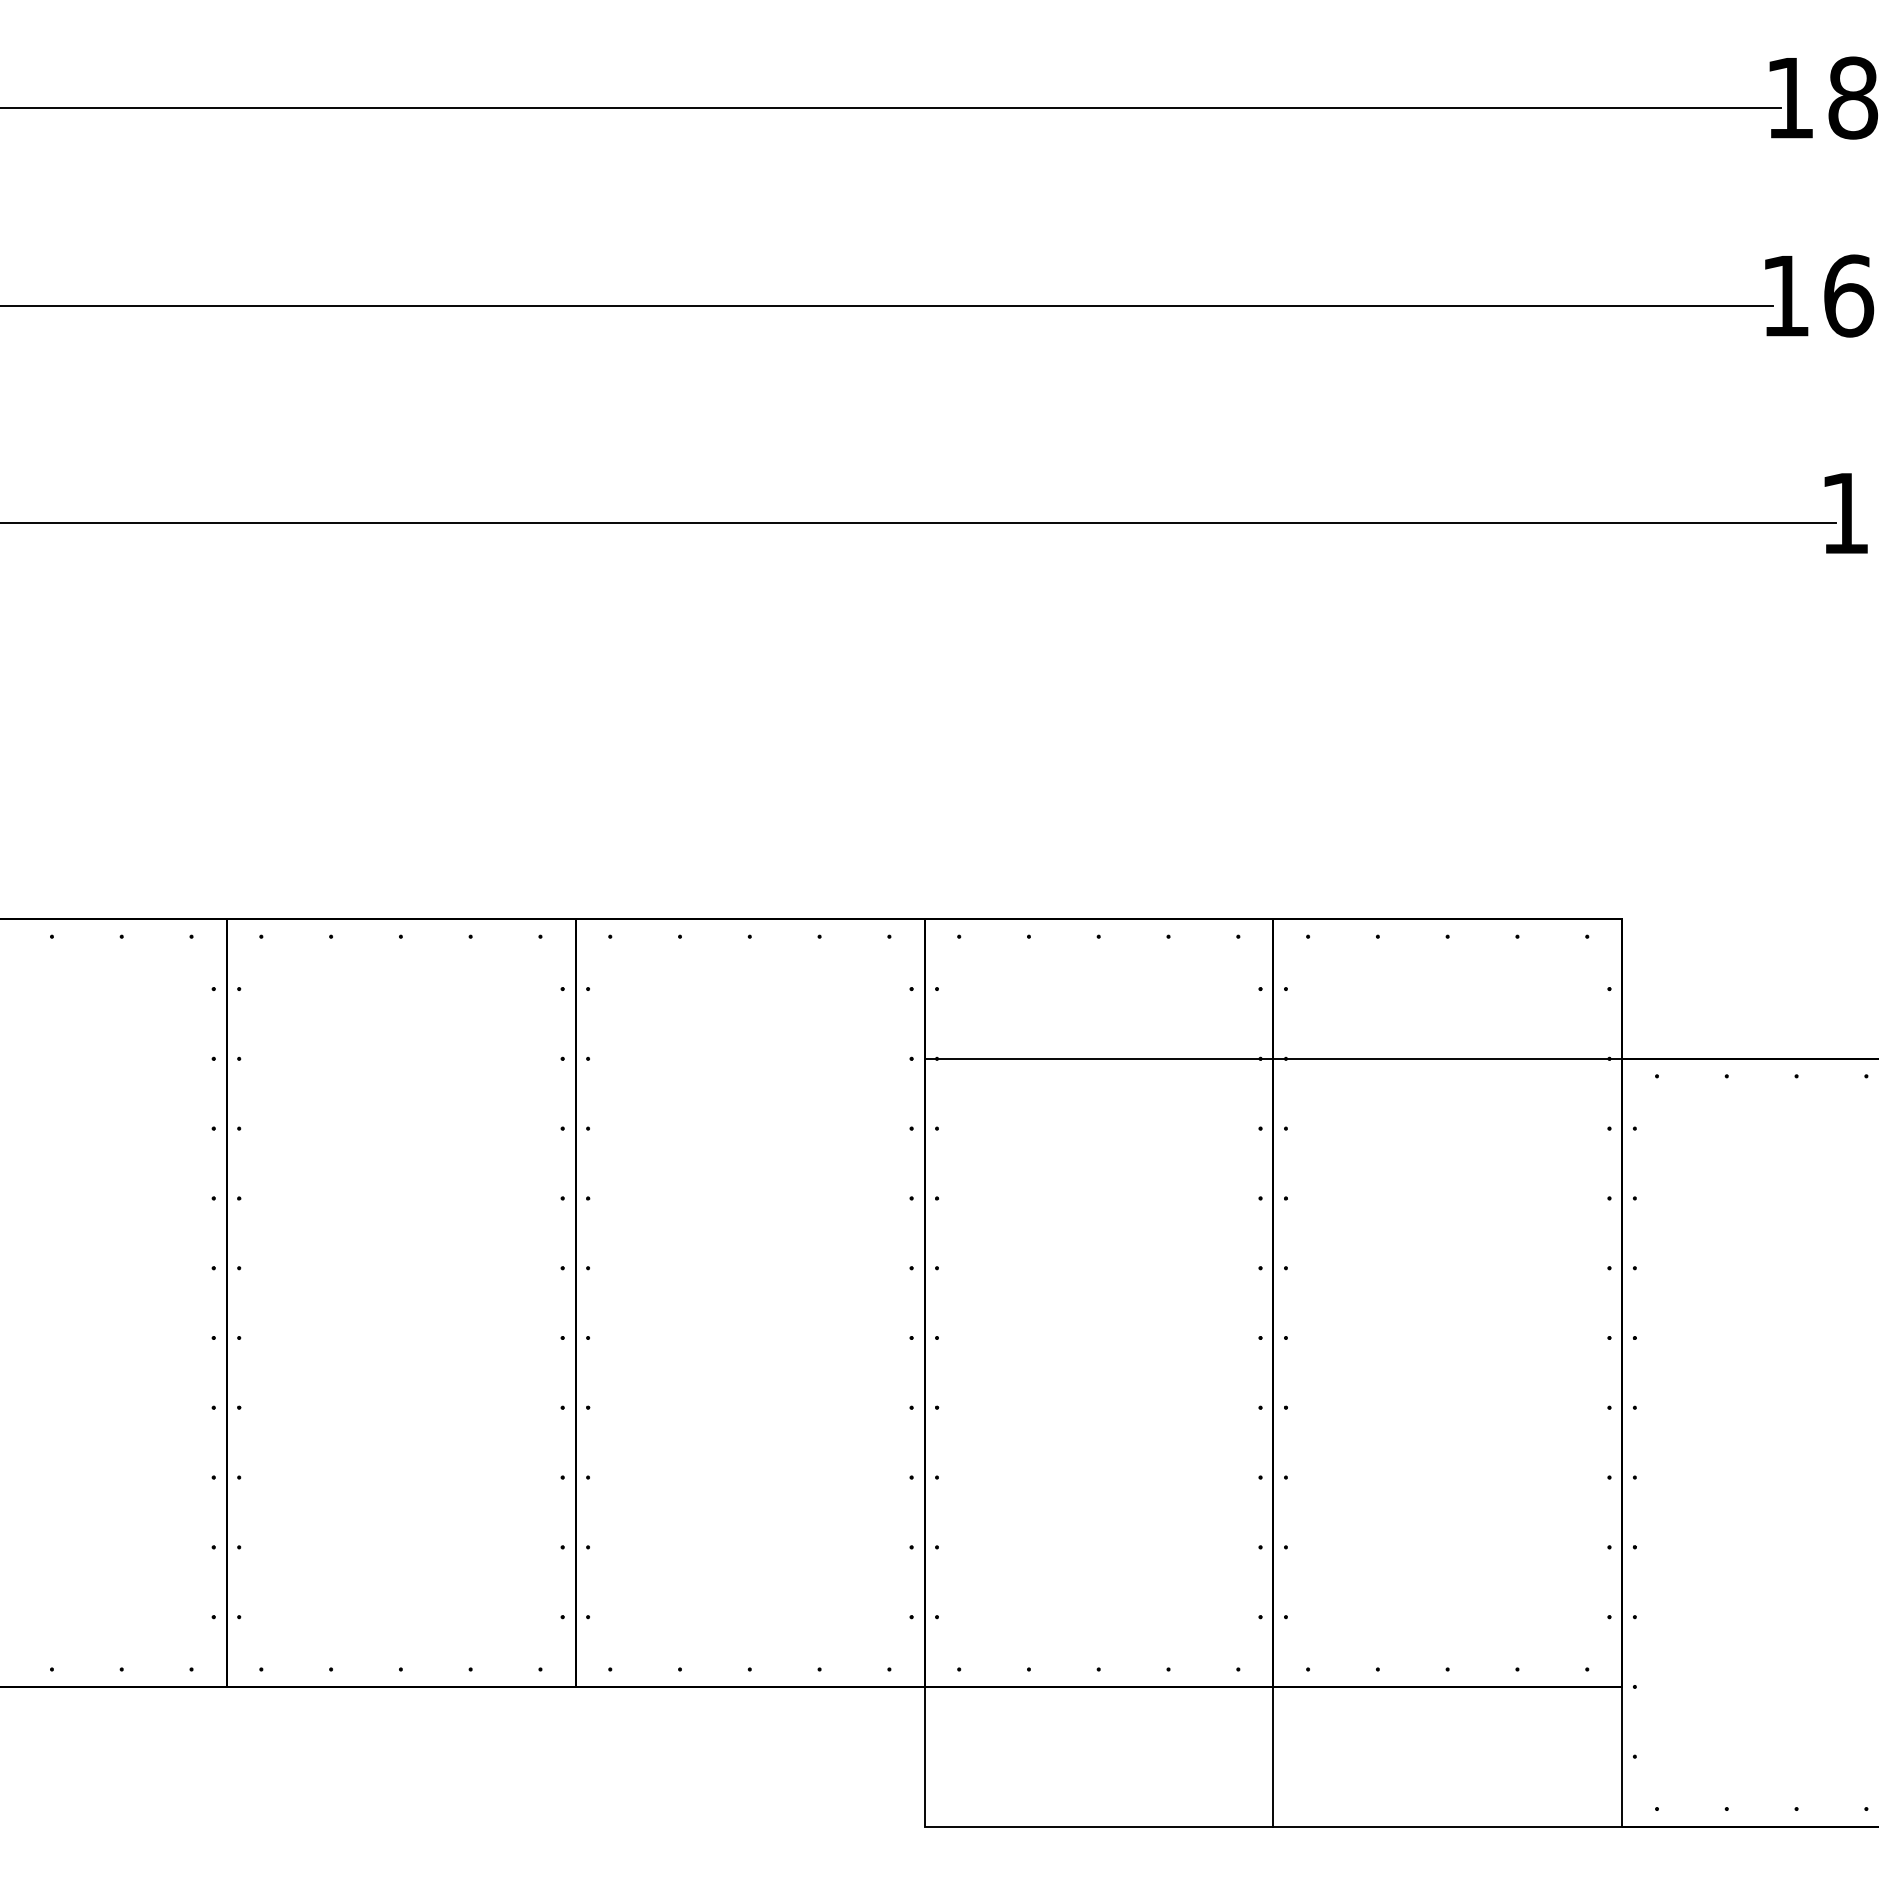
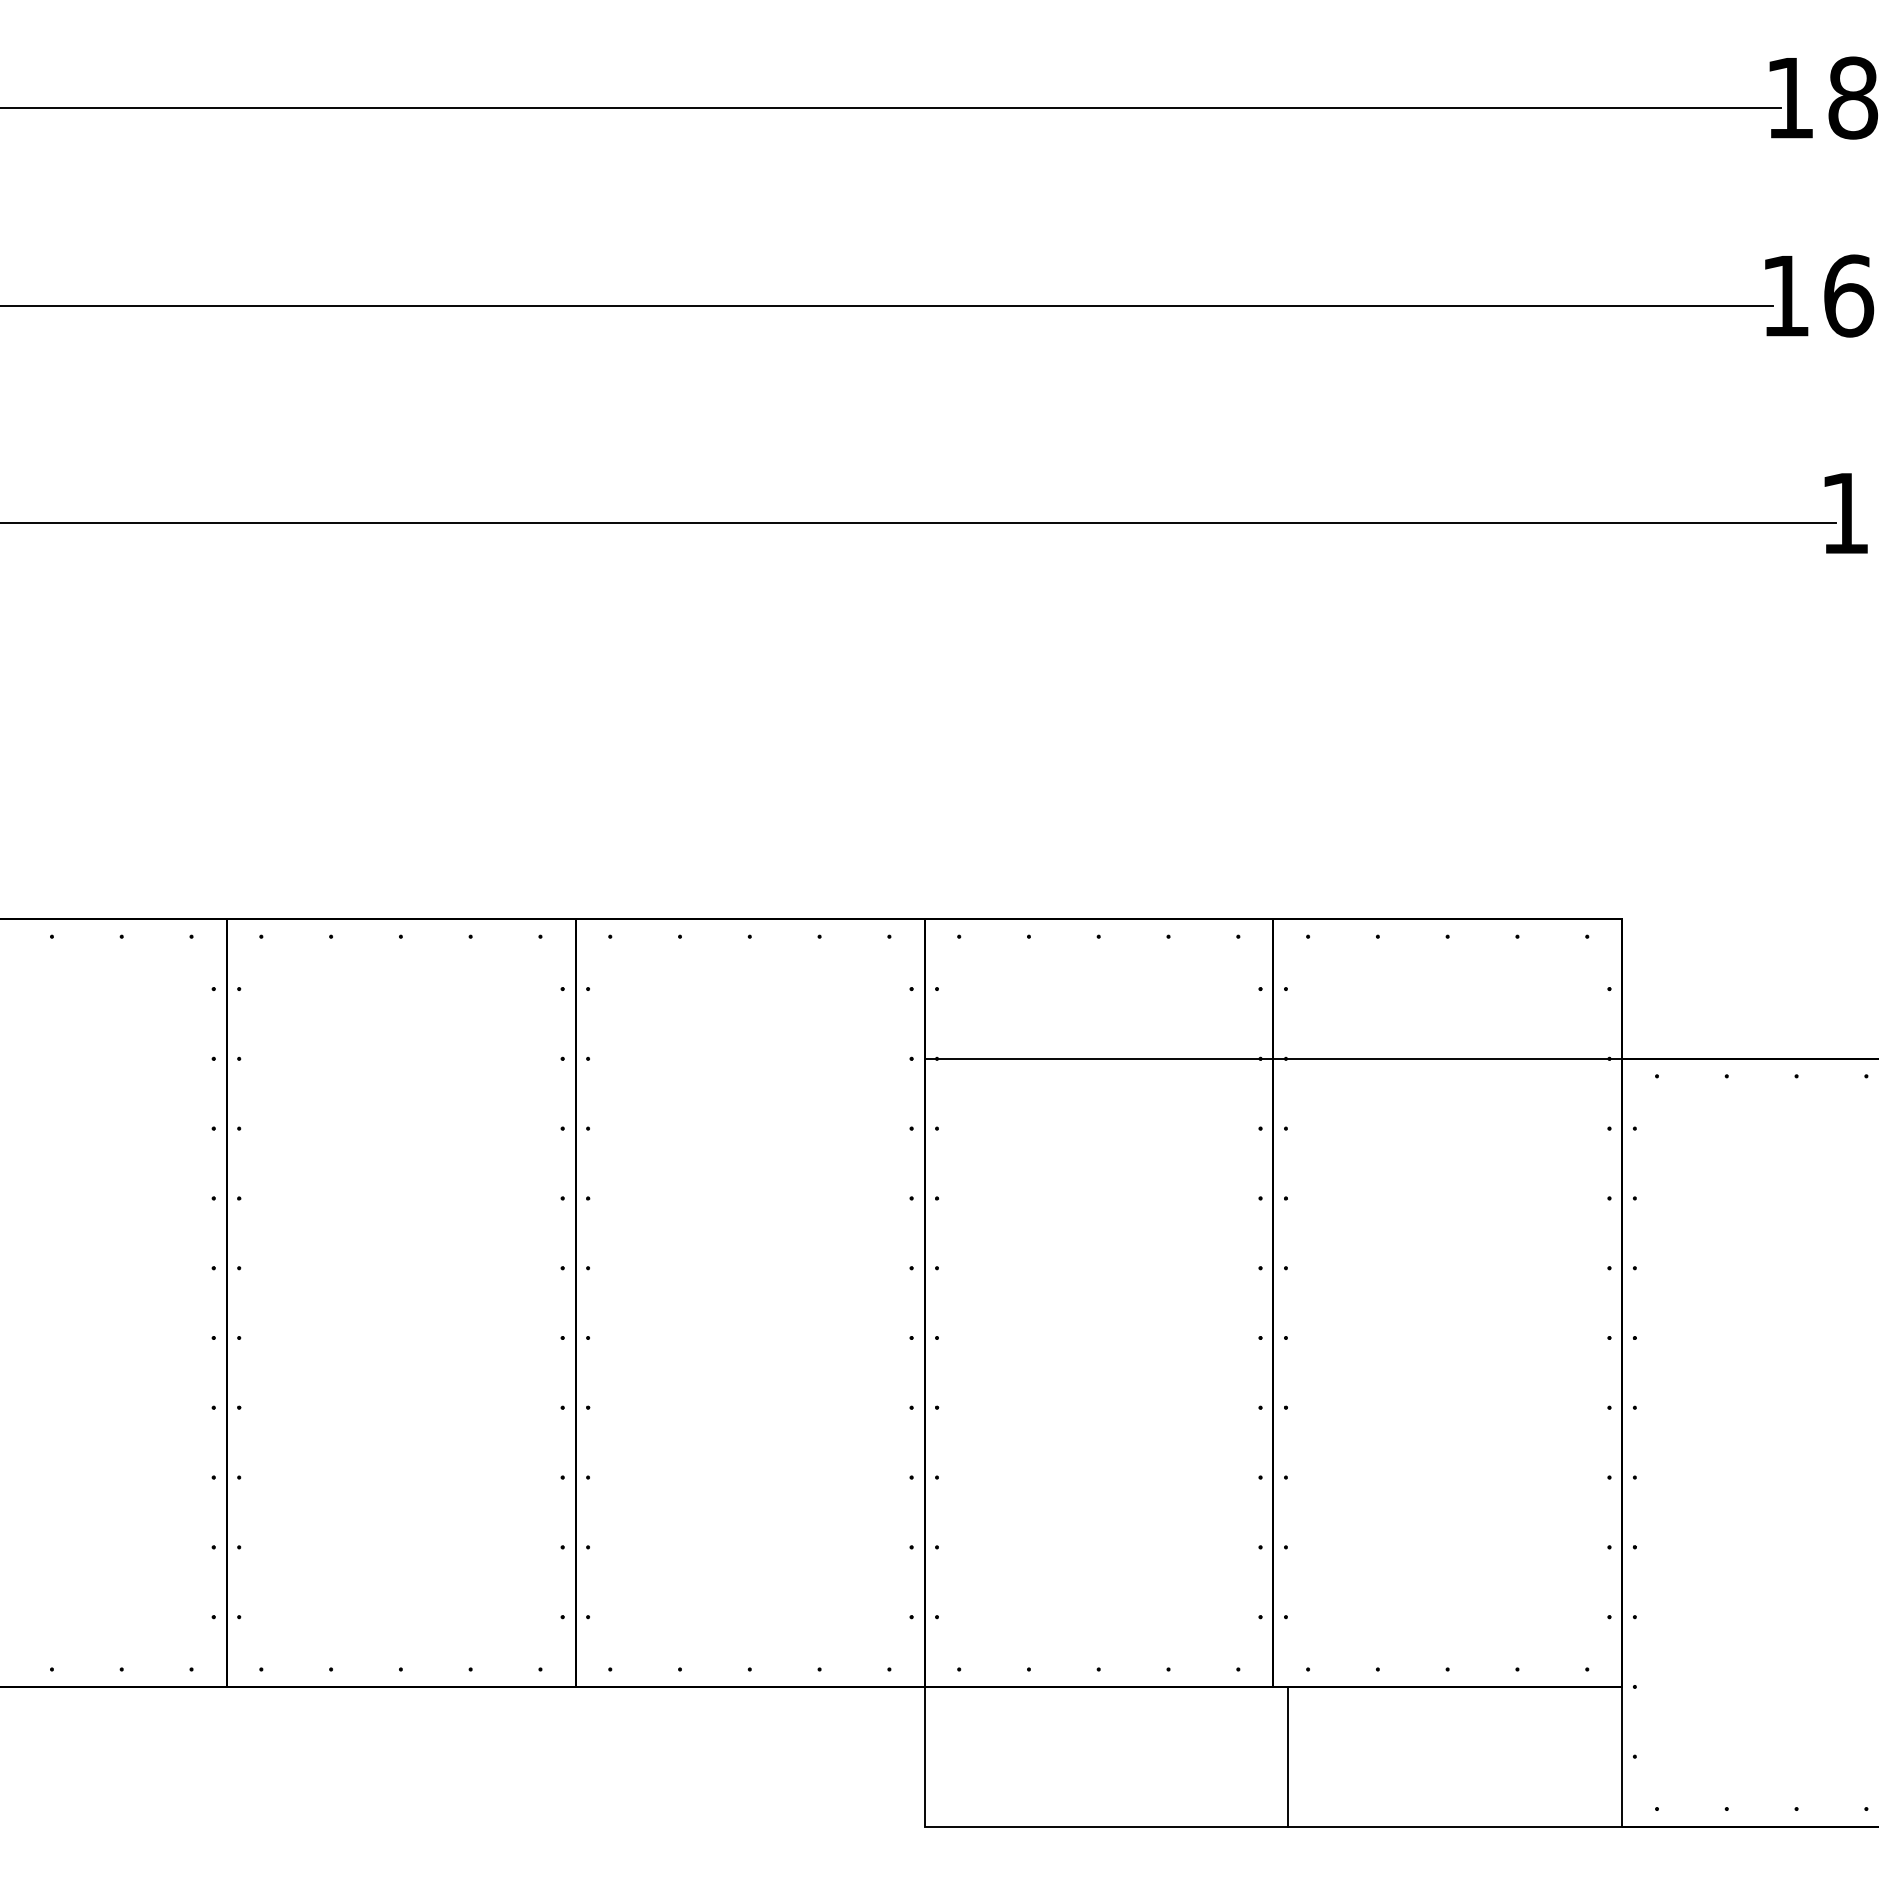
line at (1273, 1756) position: (1273, 1756) -> (1288, 1756)
